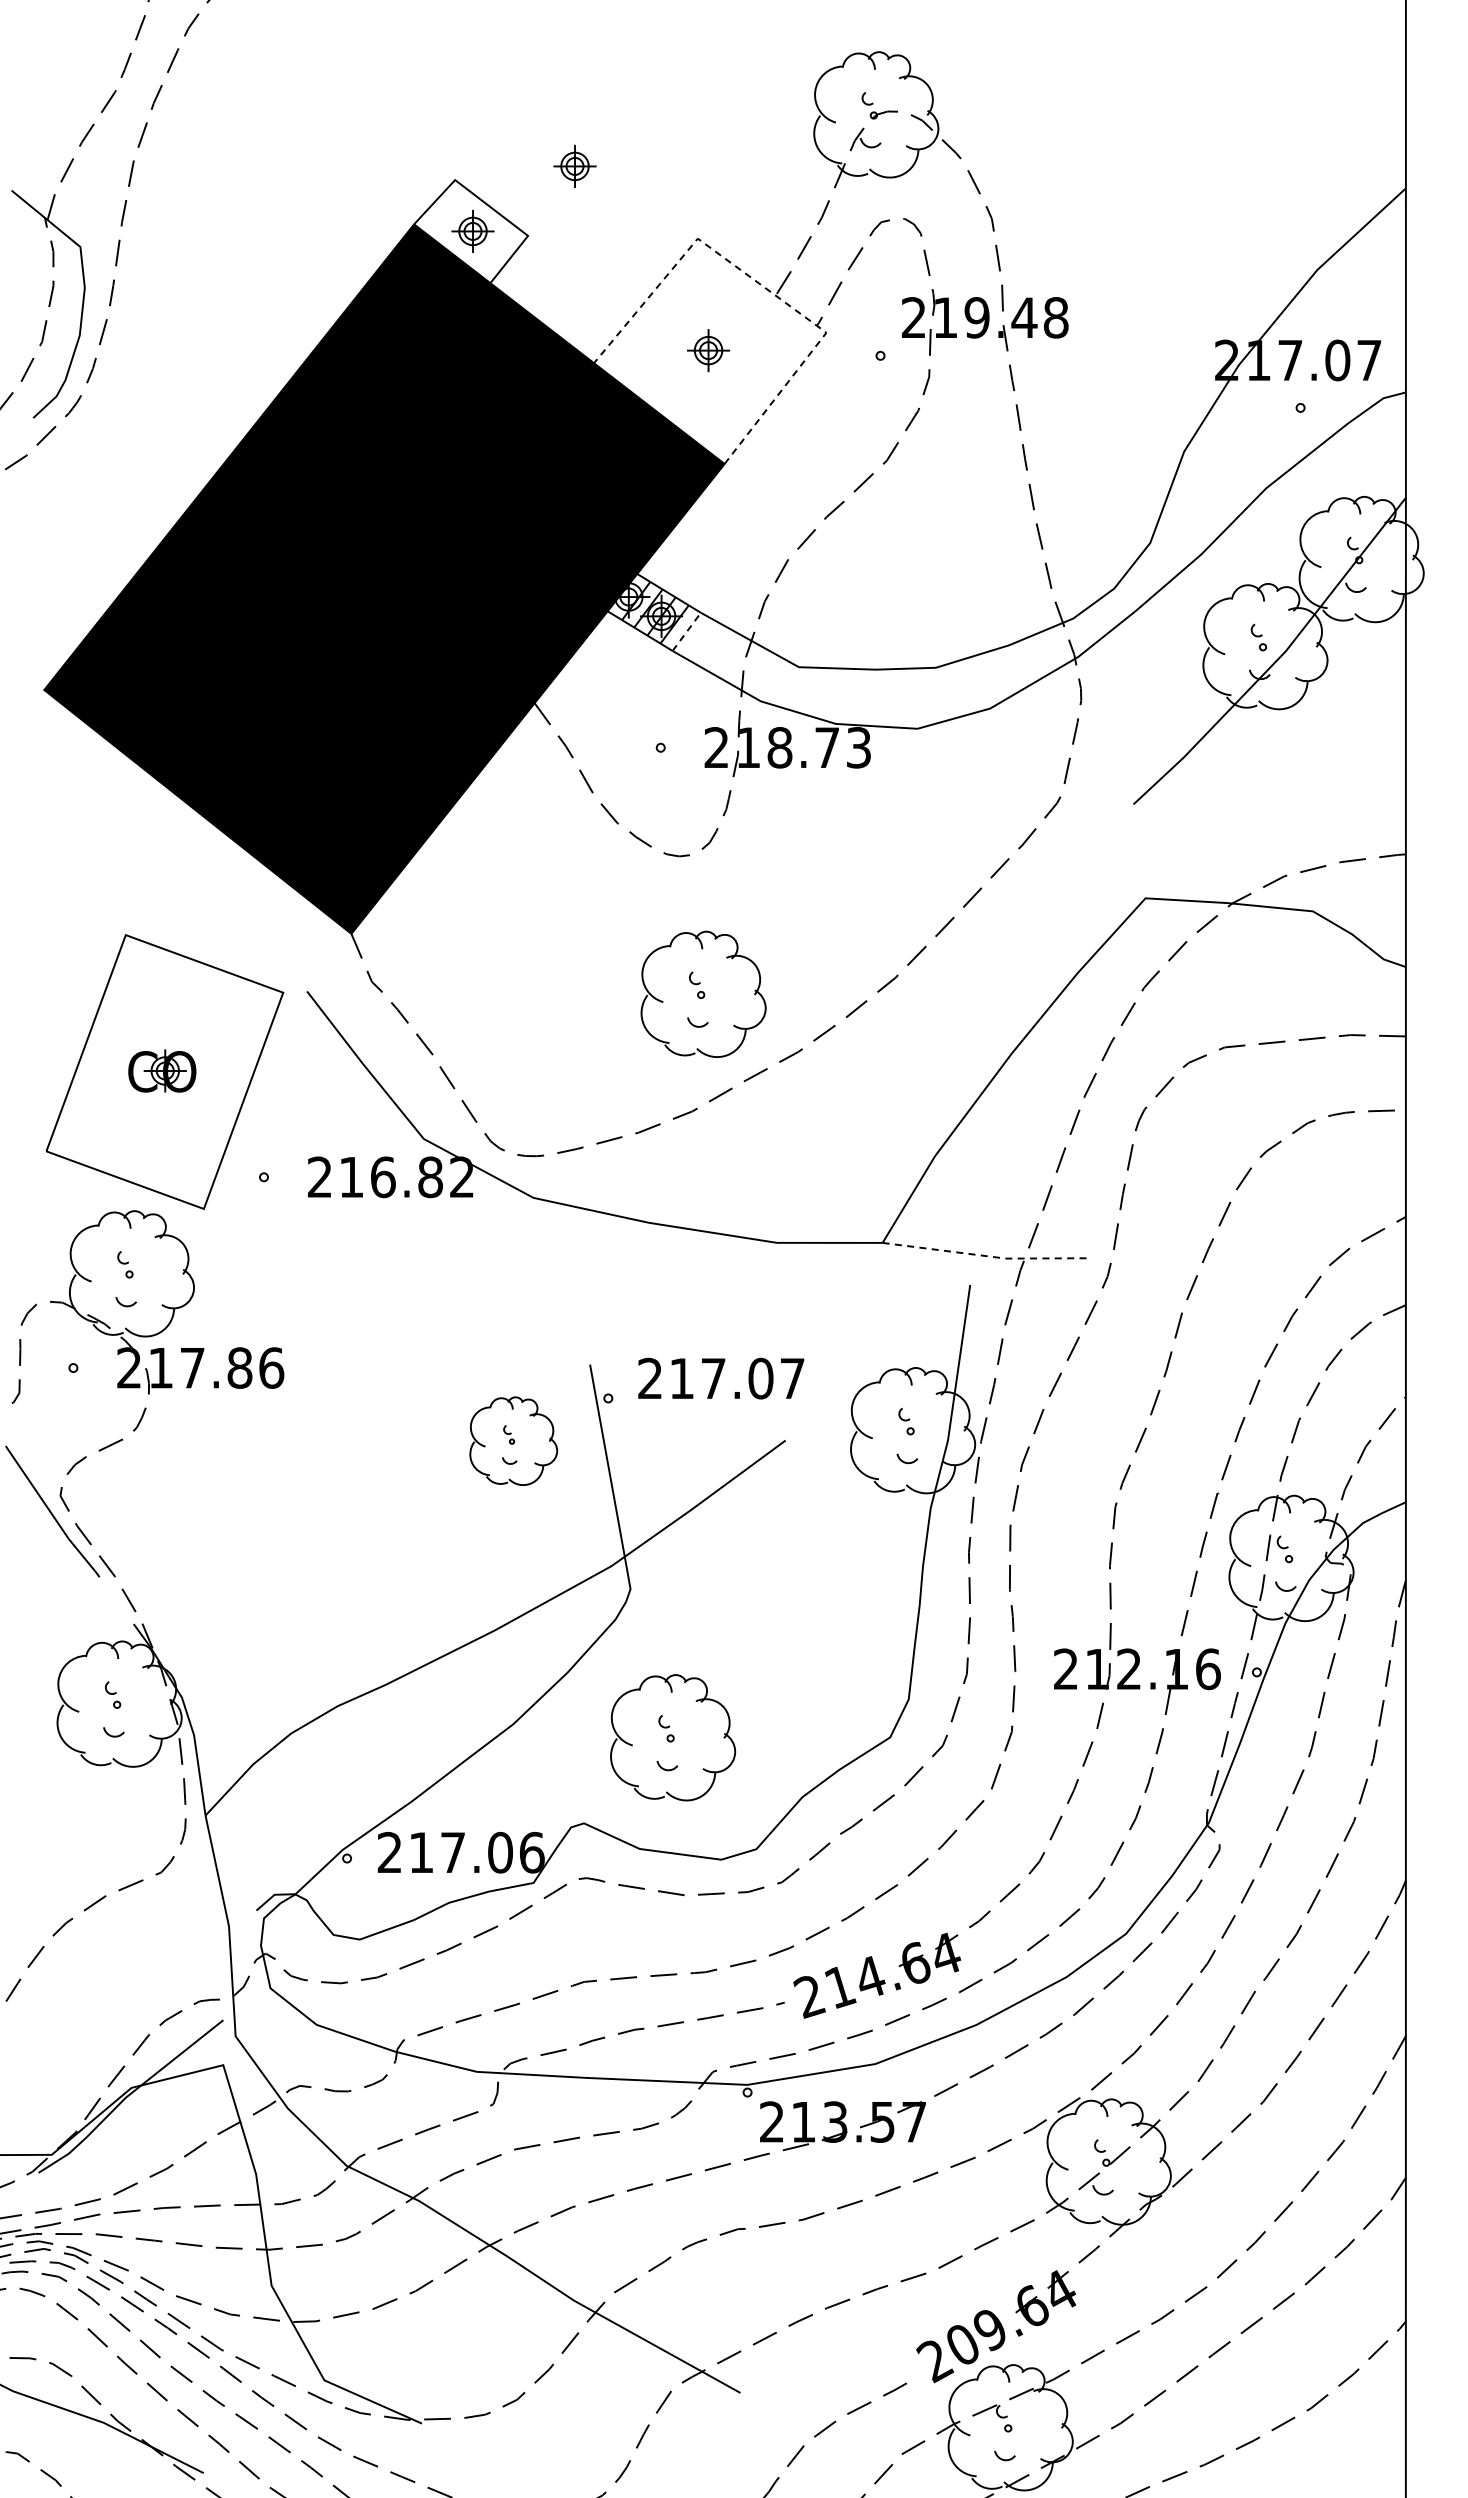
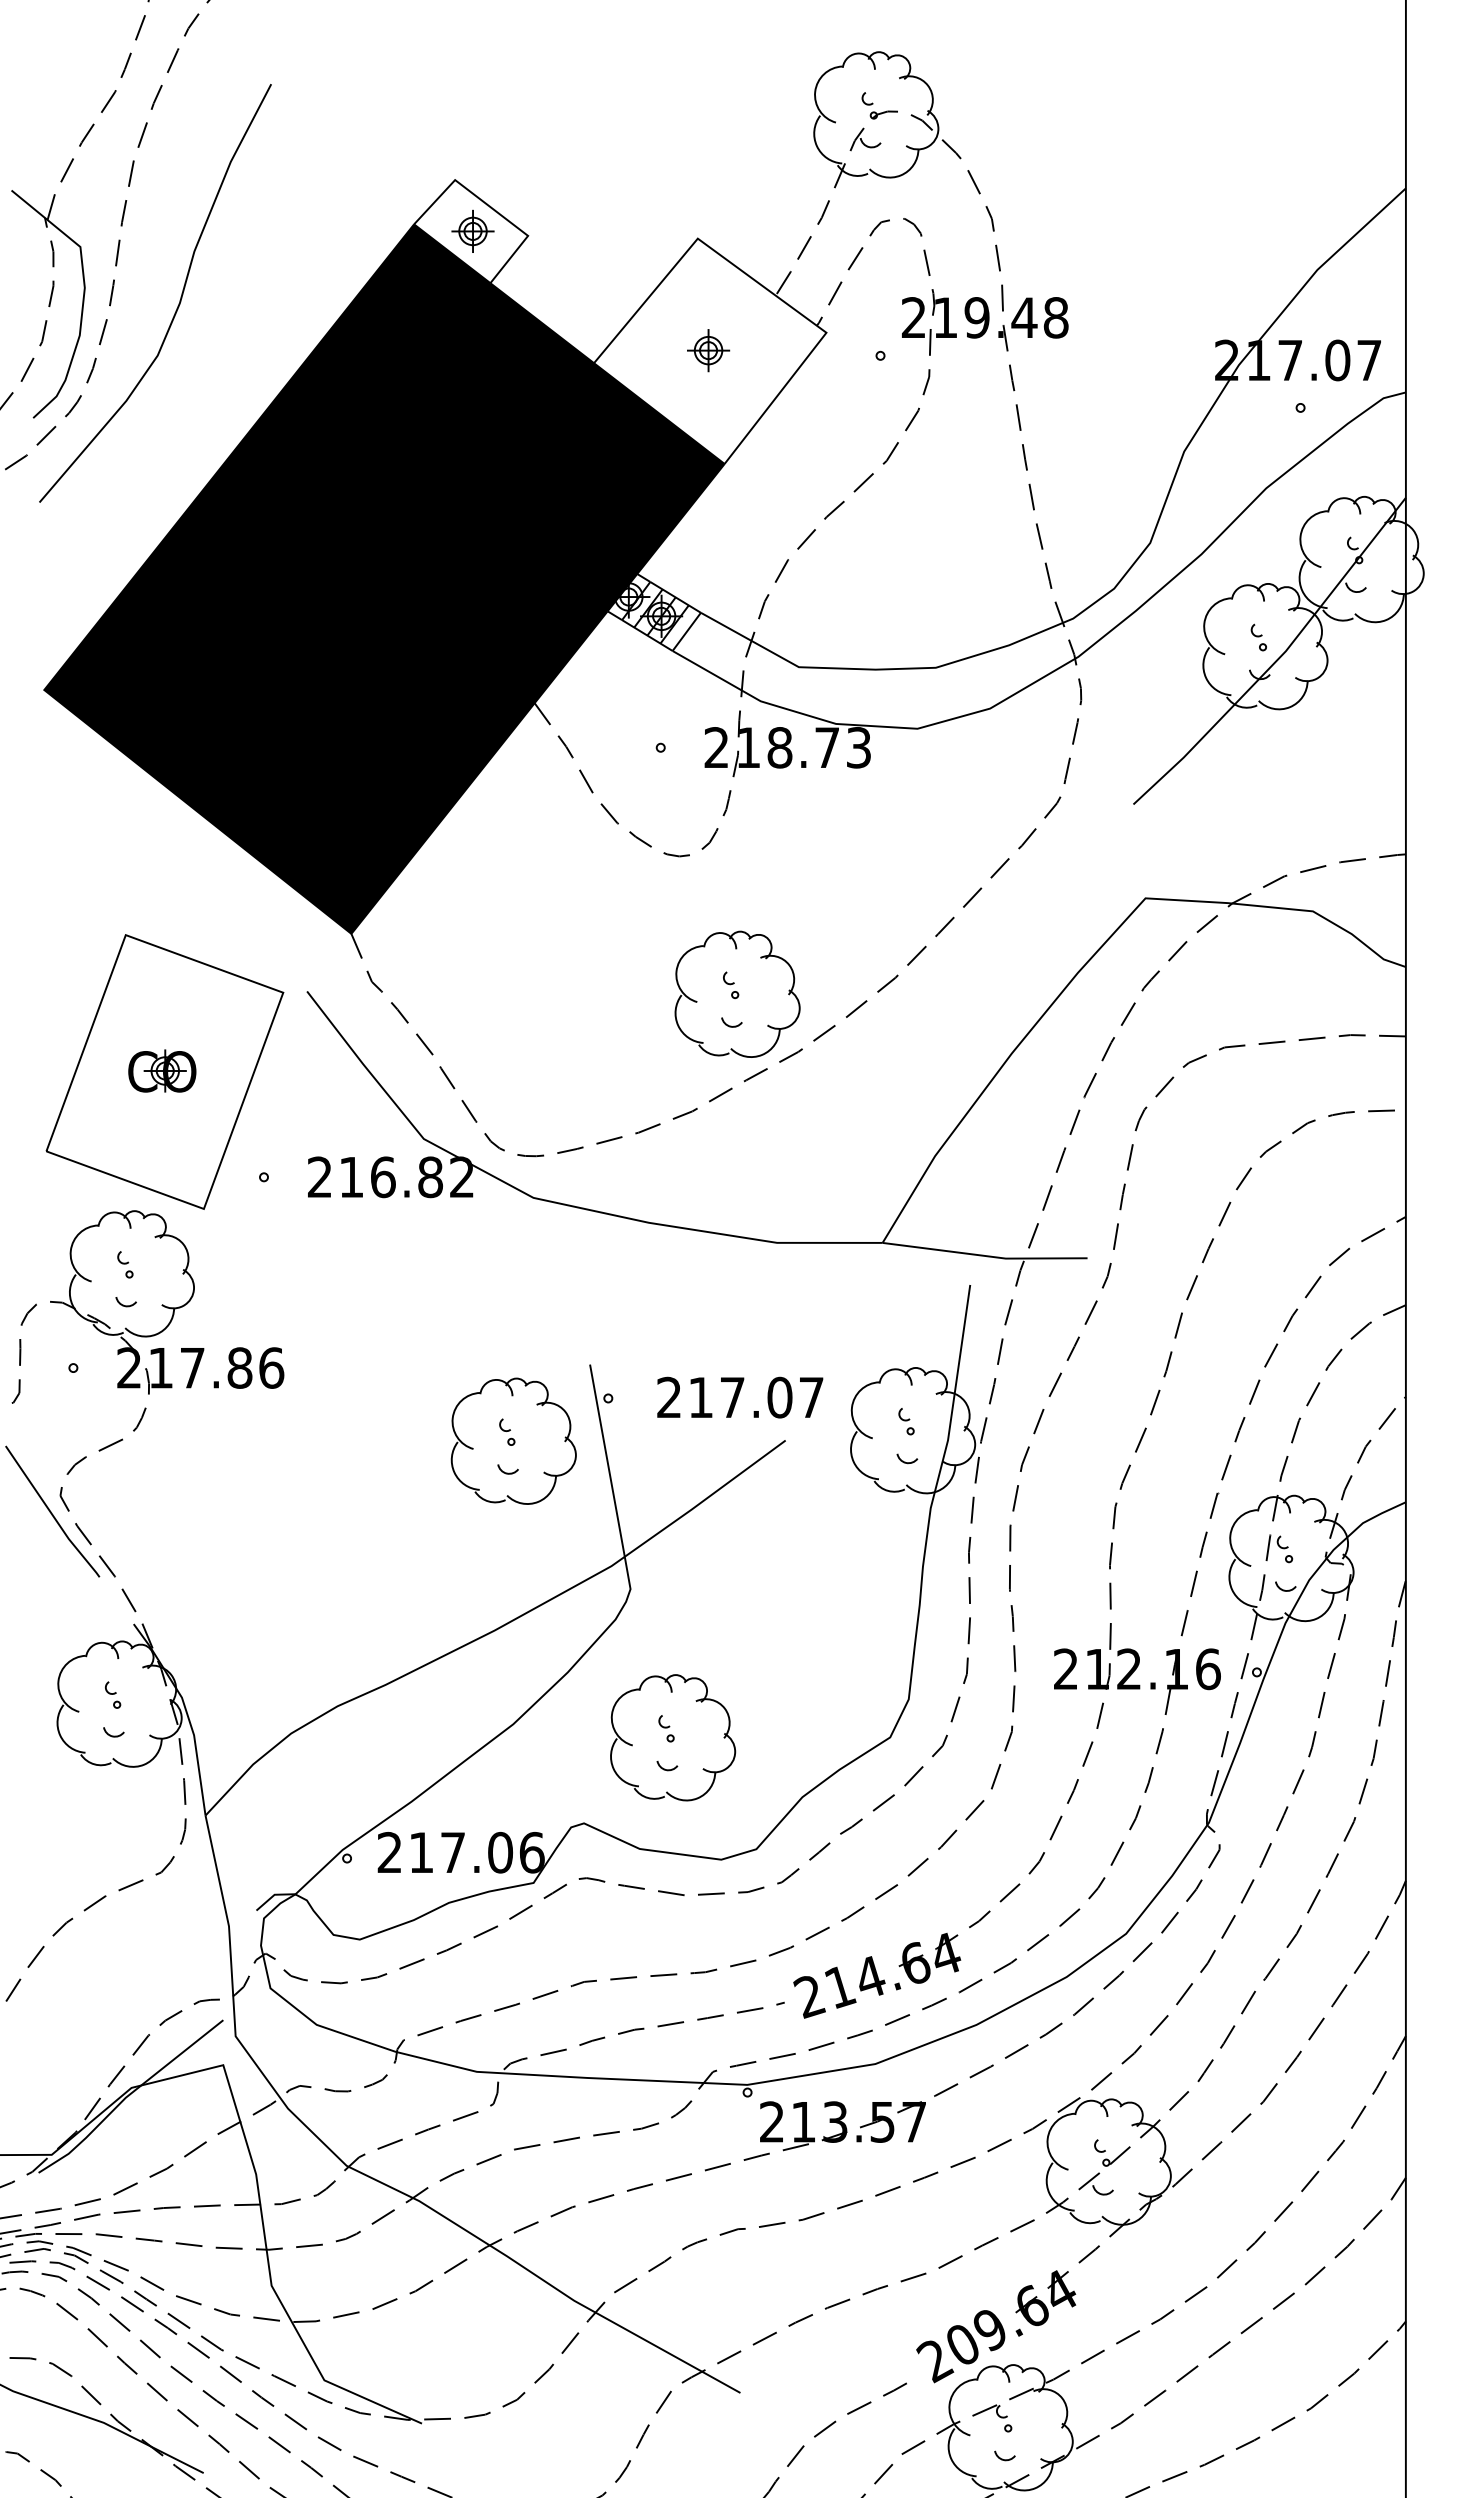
part at (574, 165): present -> none
line at (763, 286): dashed -> solid
curve at (179, 300): none -> present
line at (686, 631): dashed -> solid
part at (703, 993) position: (703, 993) -> (737, 993)
line at (985, 1255): dashed -> solid
text at (721, 1378) position: (721, 1378) -> (740, 1397)
part at (513, 1440) size: 90x90 px -> 127x128 px
